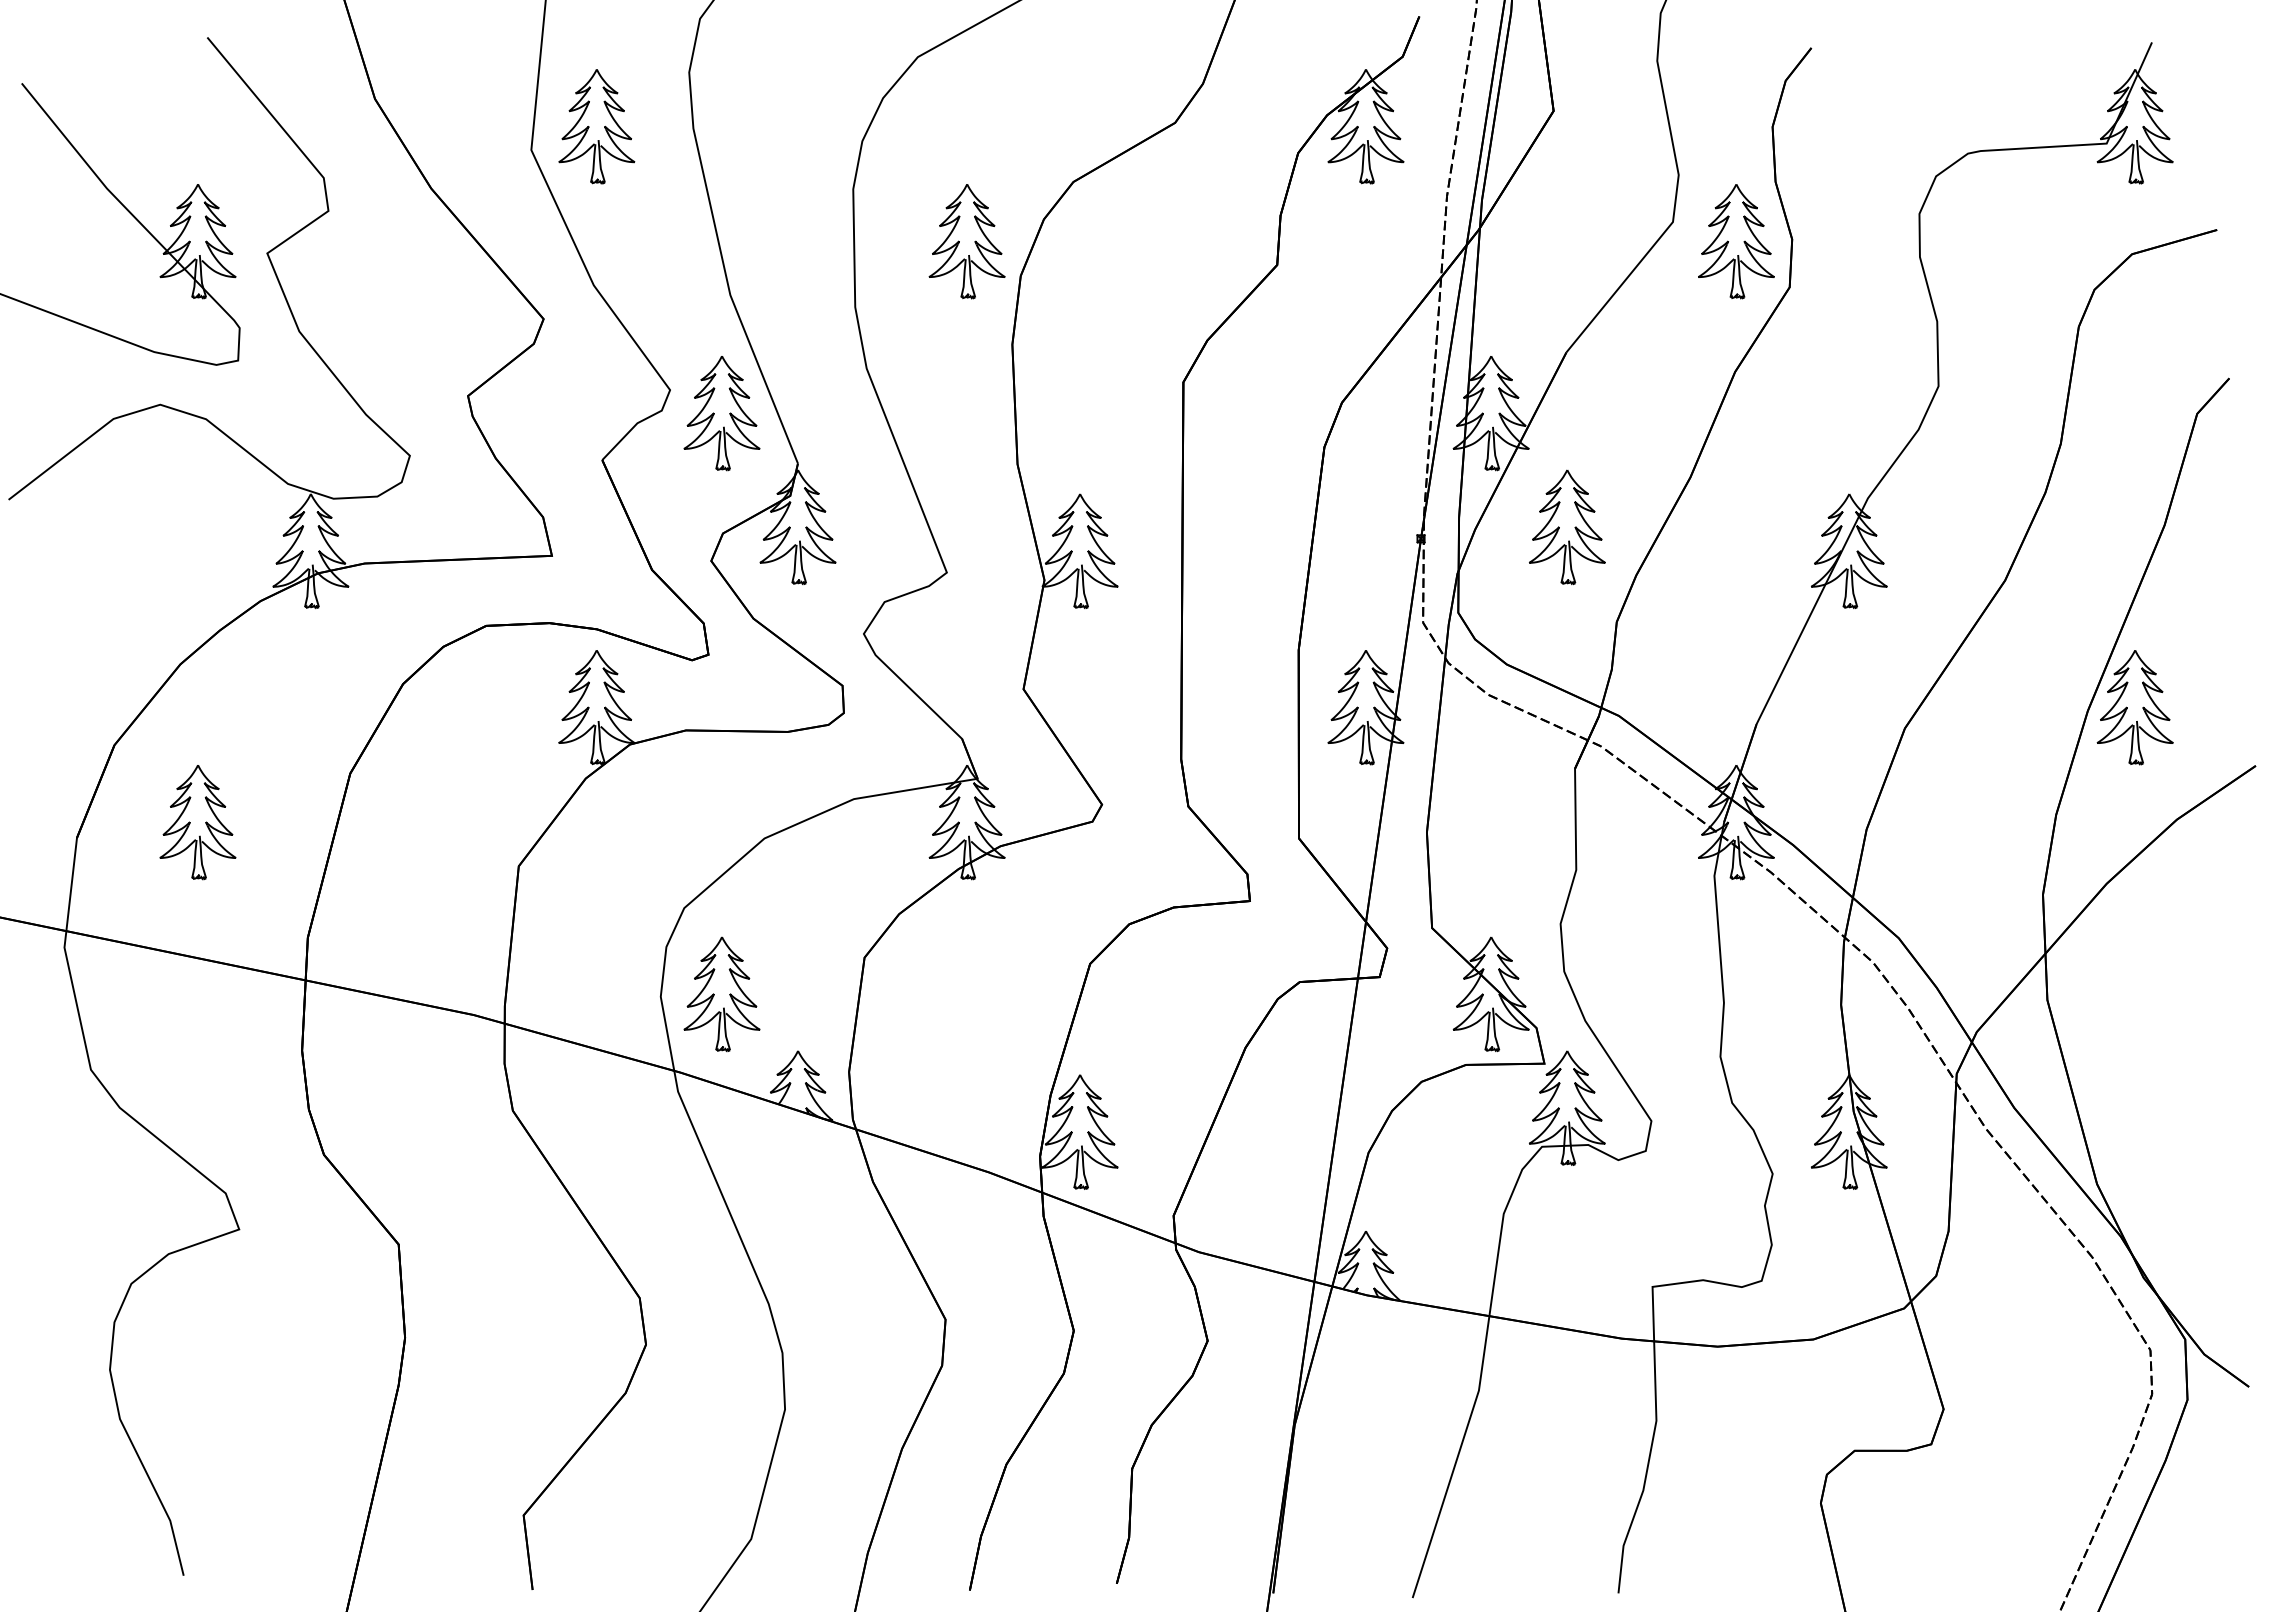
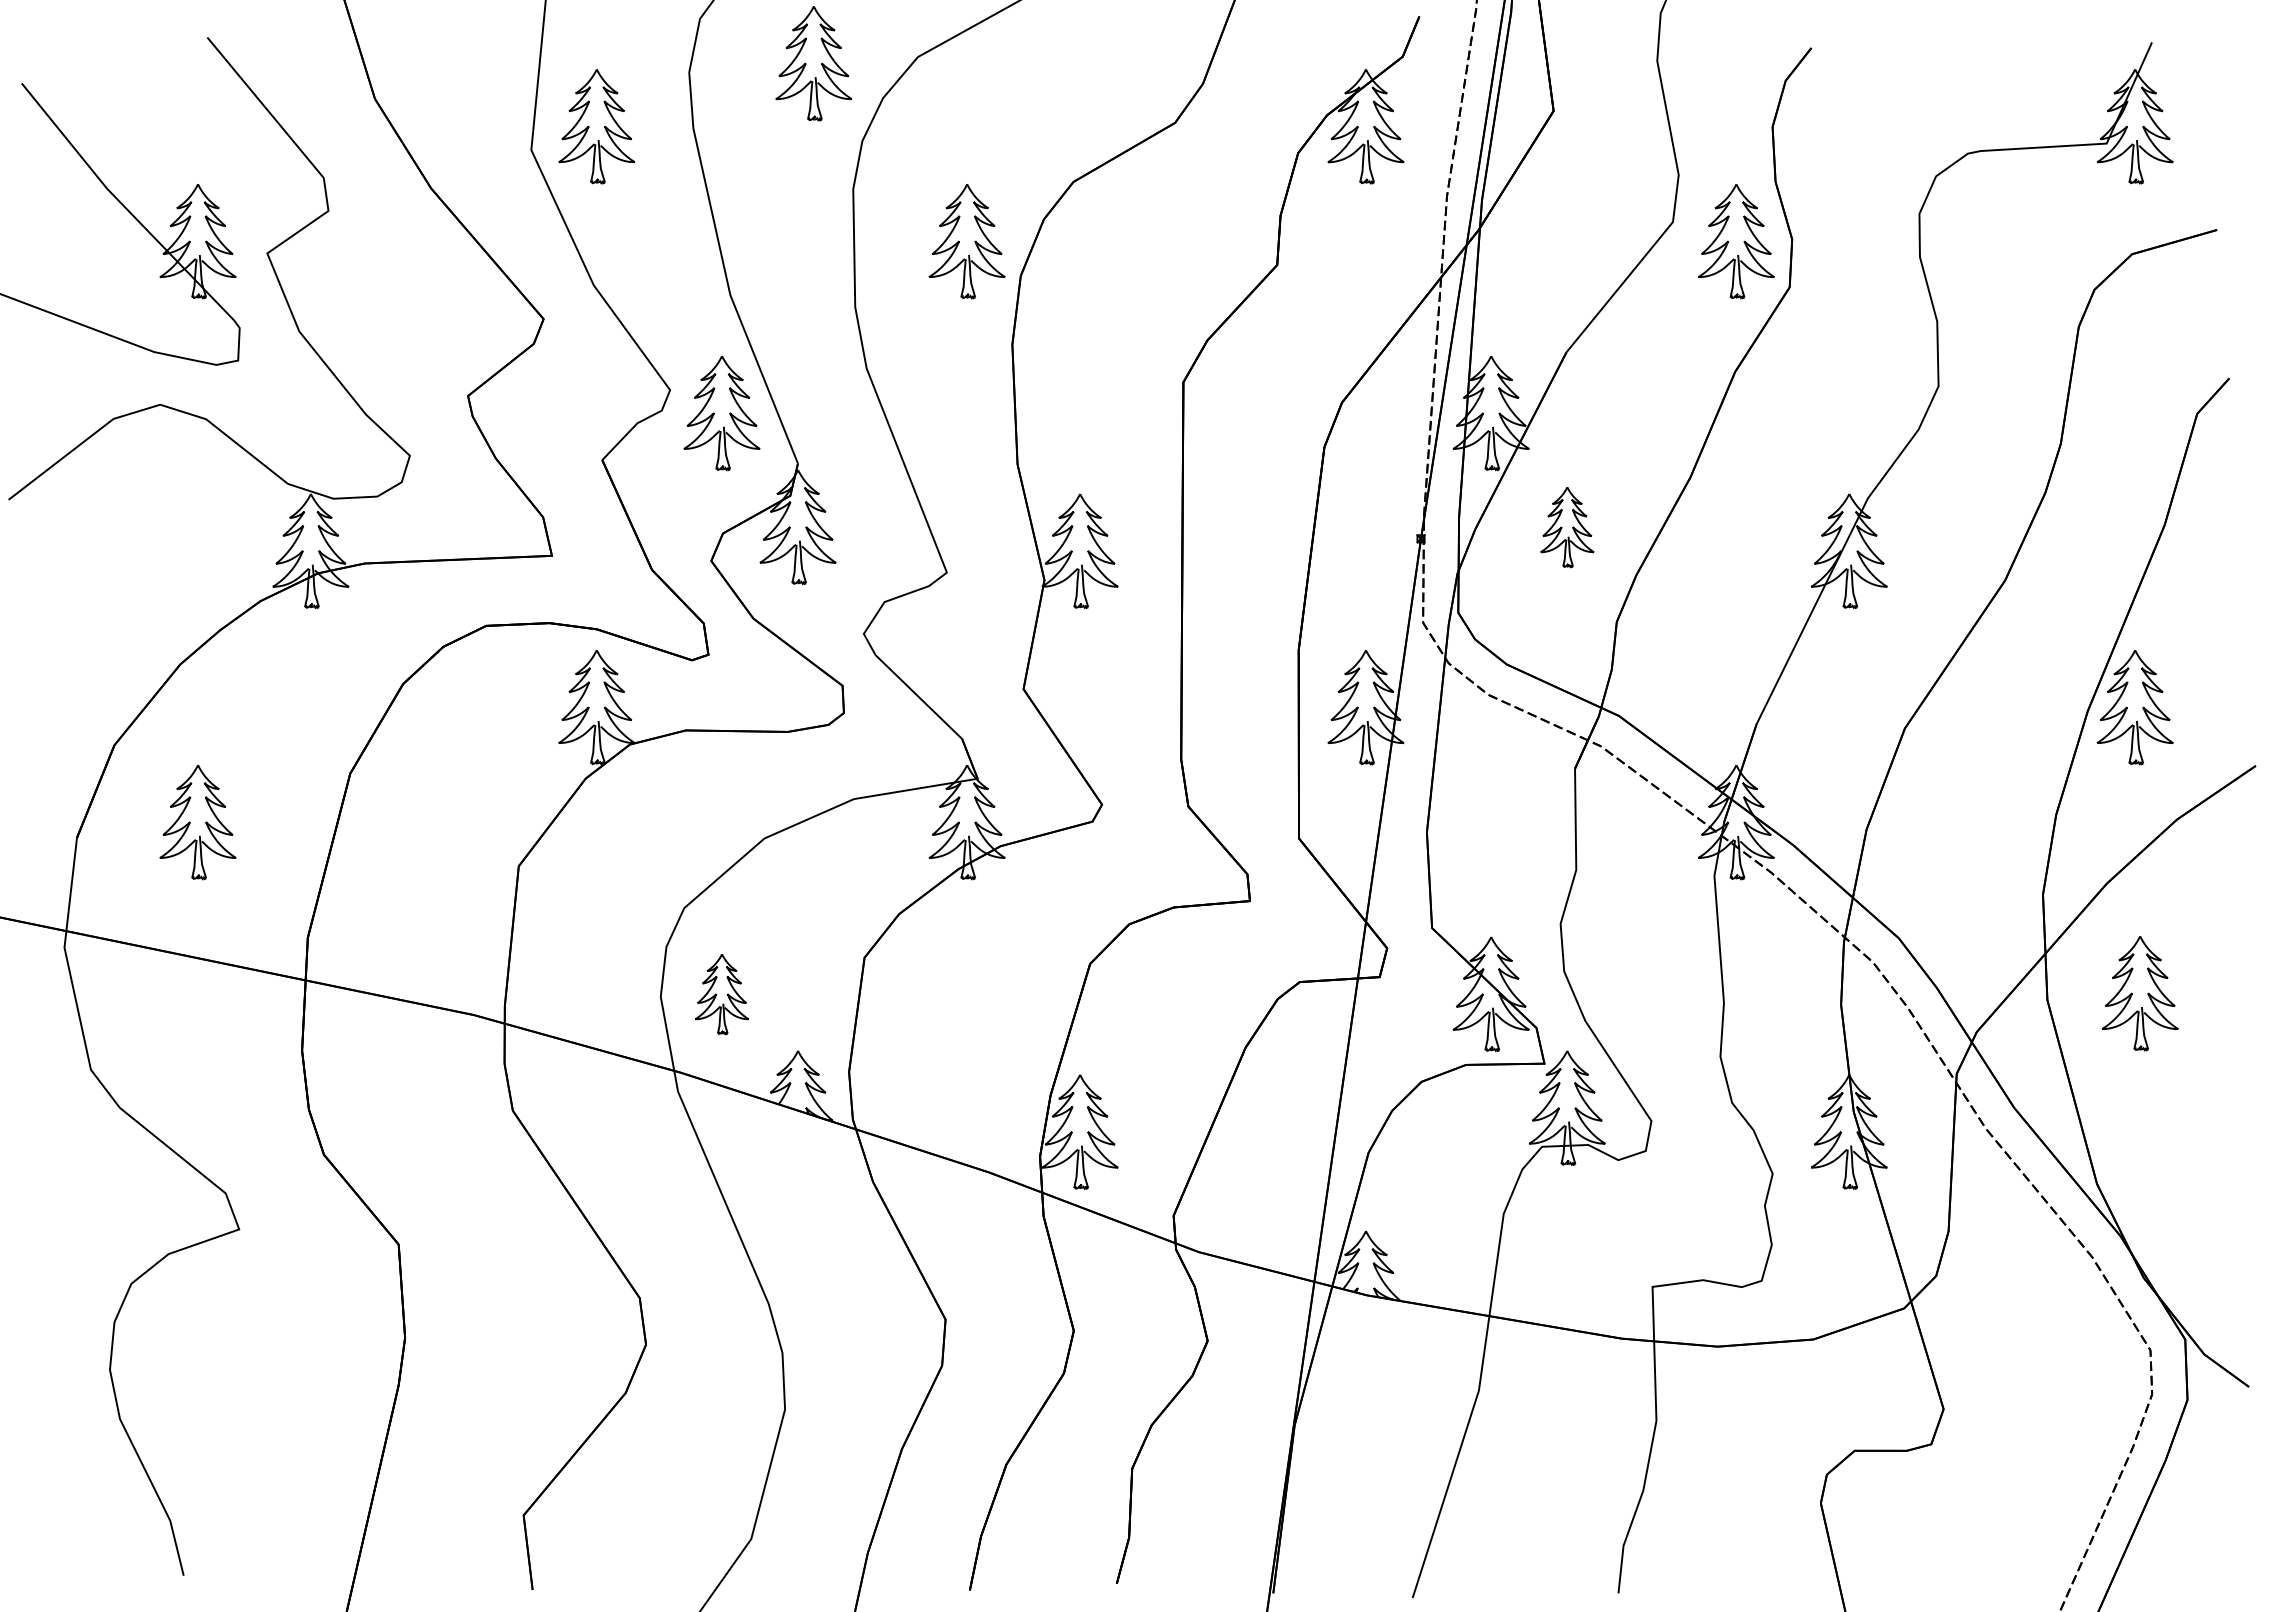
part at (813, 63): none -> present
part at (1567, 527) size: 77x117 px -> 55x82 px
part at (2139, 993): none -> present
part at (721, 994) size: 78x117 px -> 54x82 px
